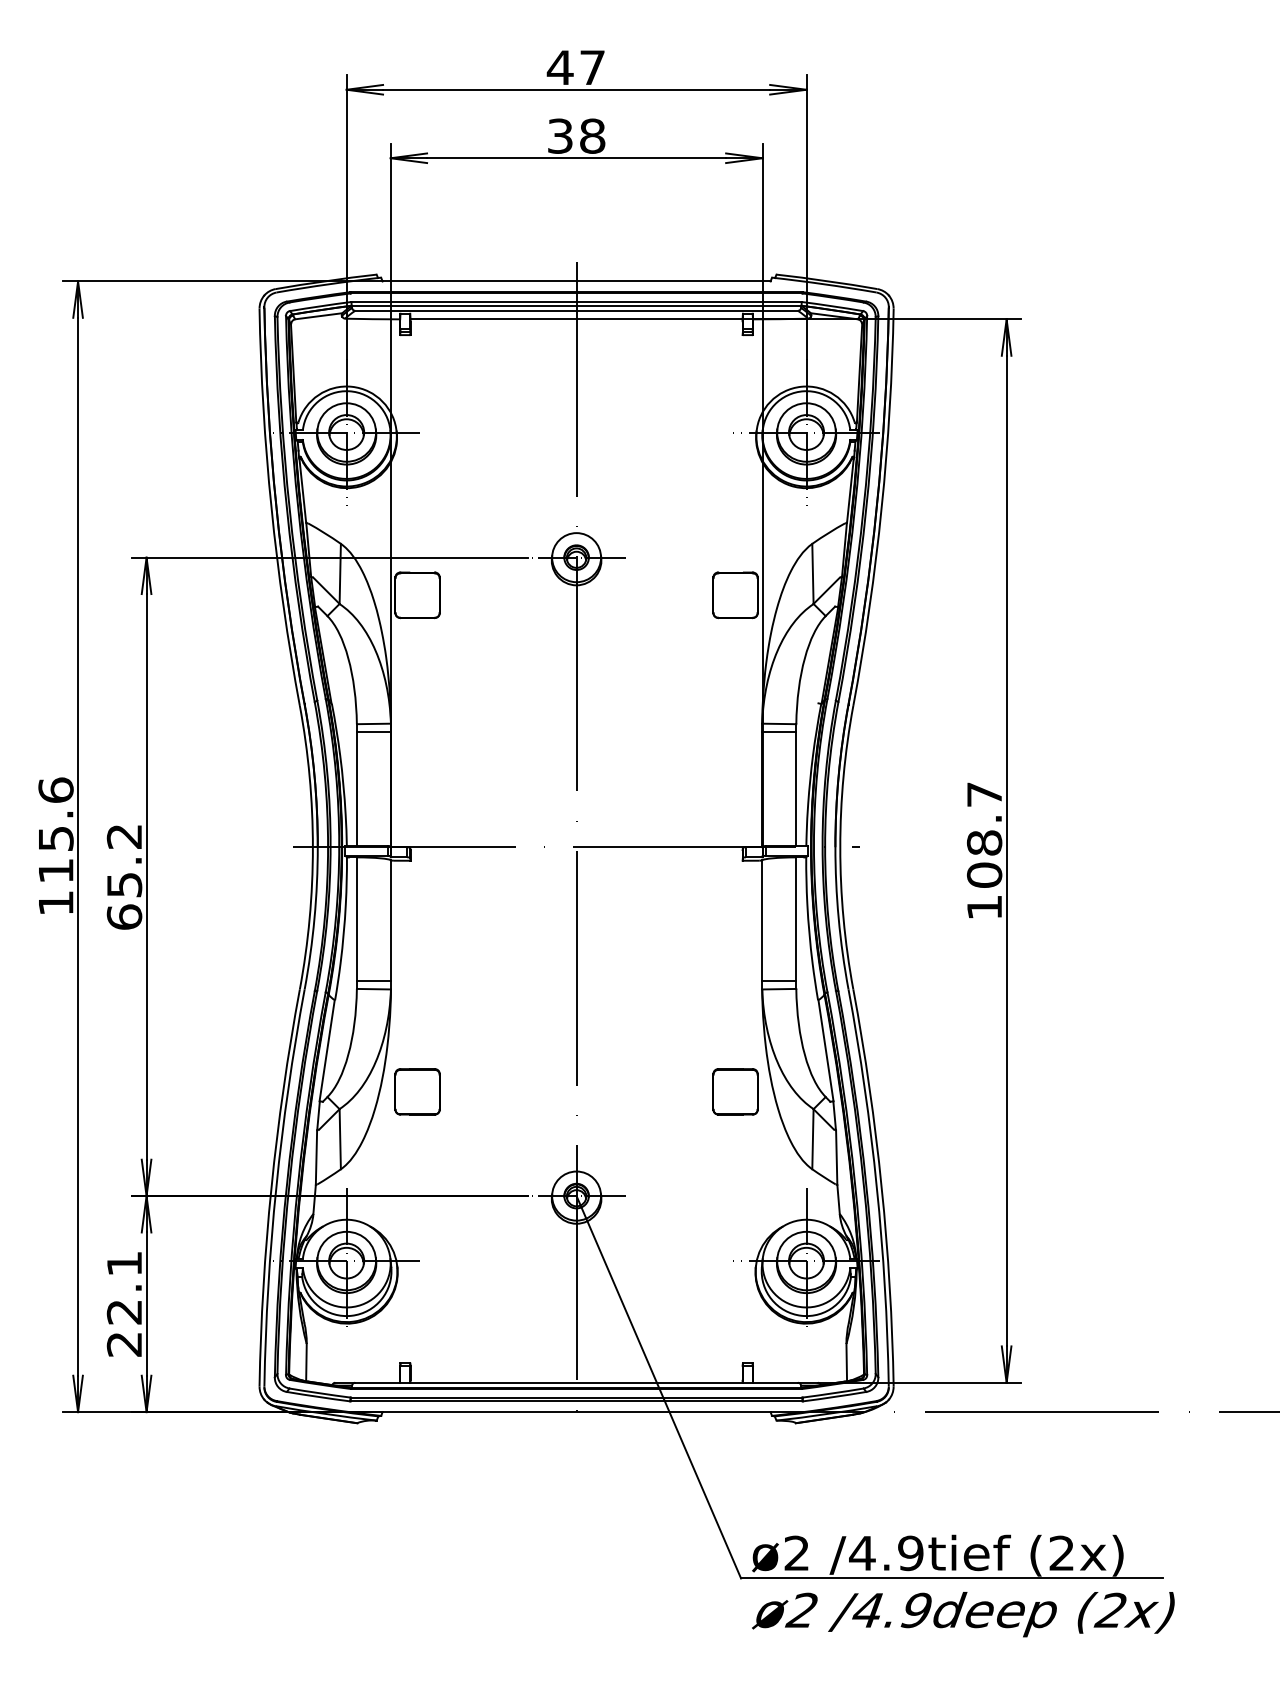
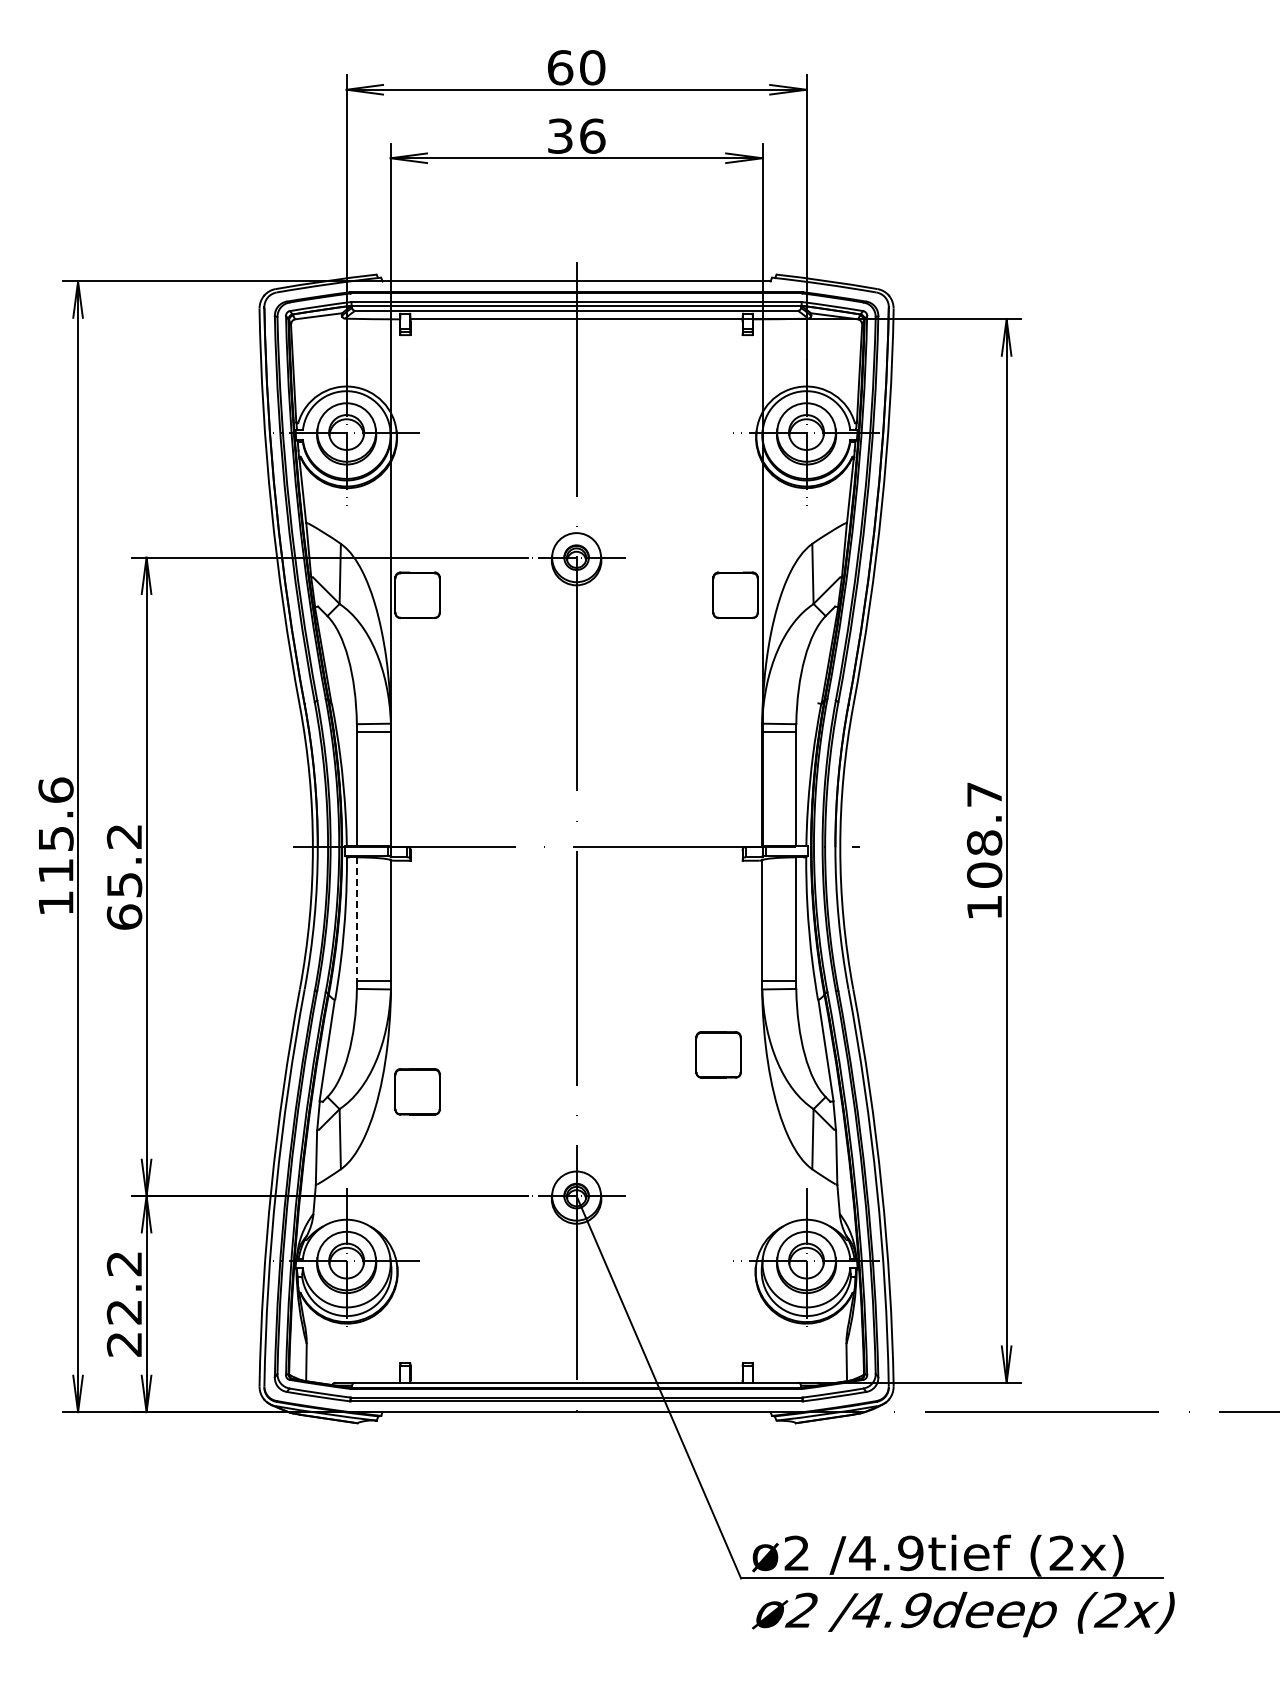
text at (575, 67): 47 -> 60
text at (592, 135): 38 -> 36
line at (356, 919): solid -> dashed
part at (735, 1091) position: (735, 1091) -> (718, 1054)
text at (123, 1264): 22.1 -> 22.2
